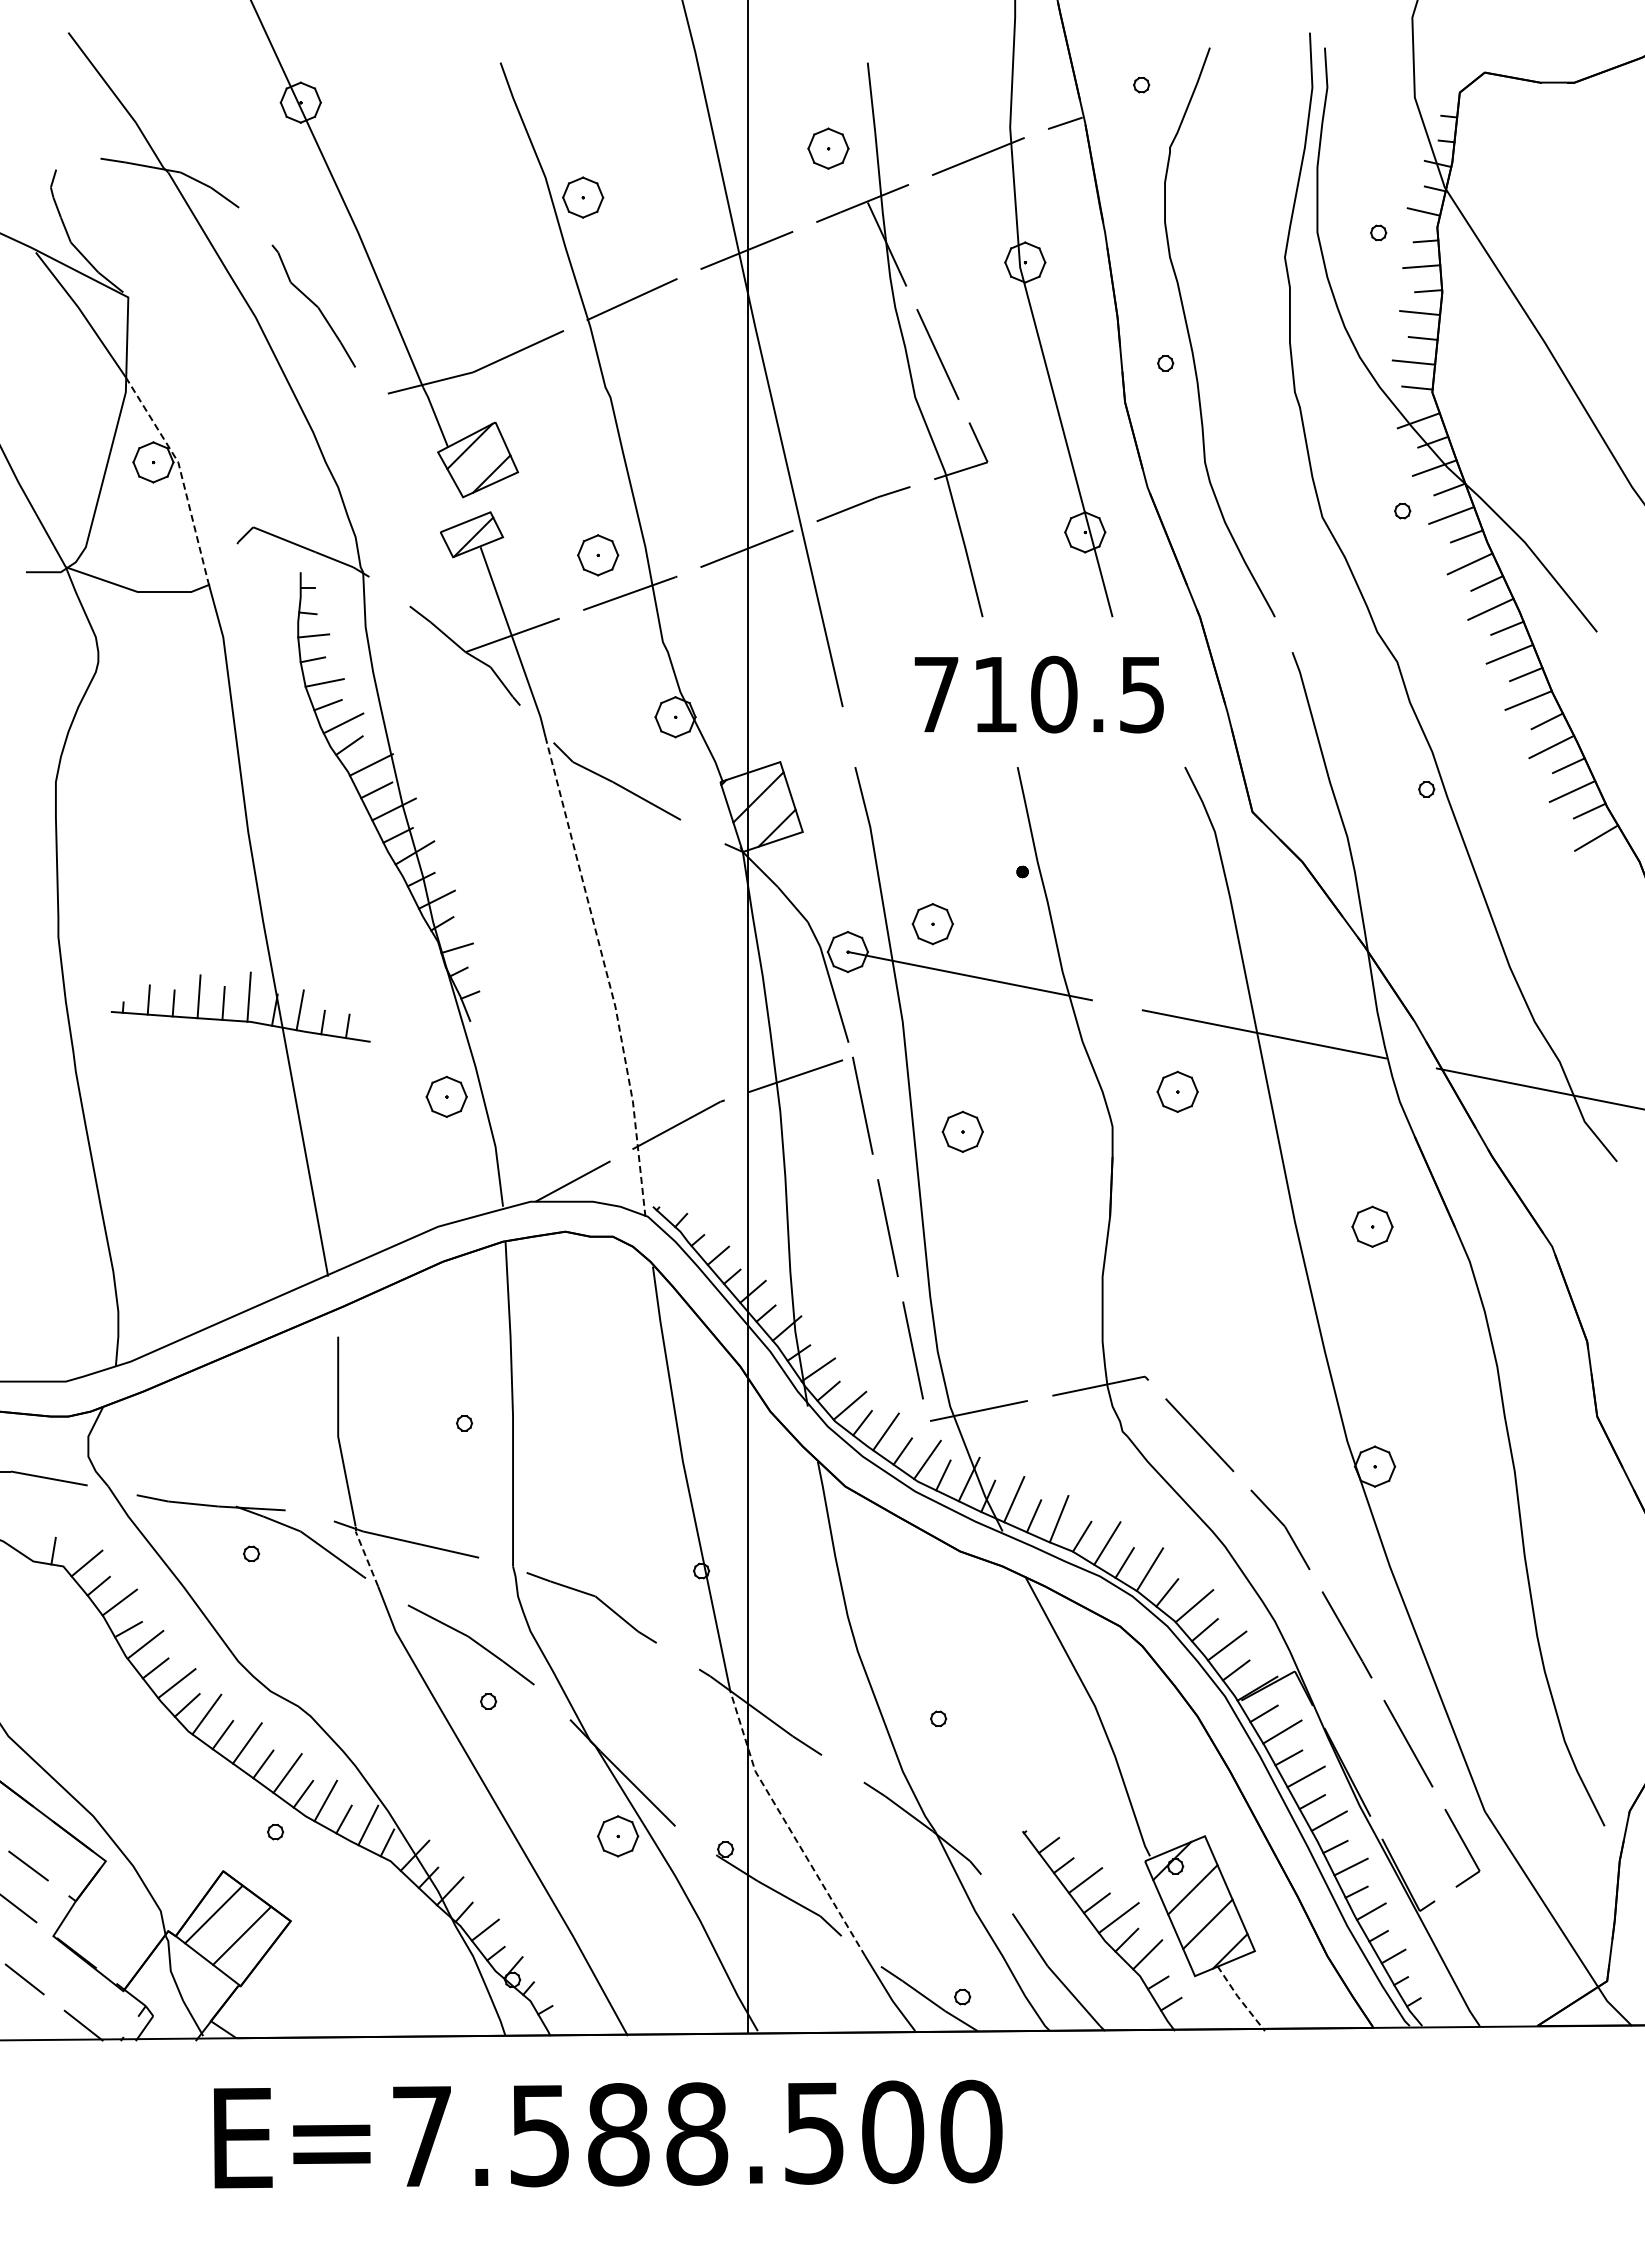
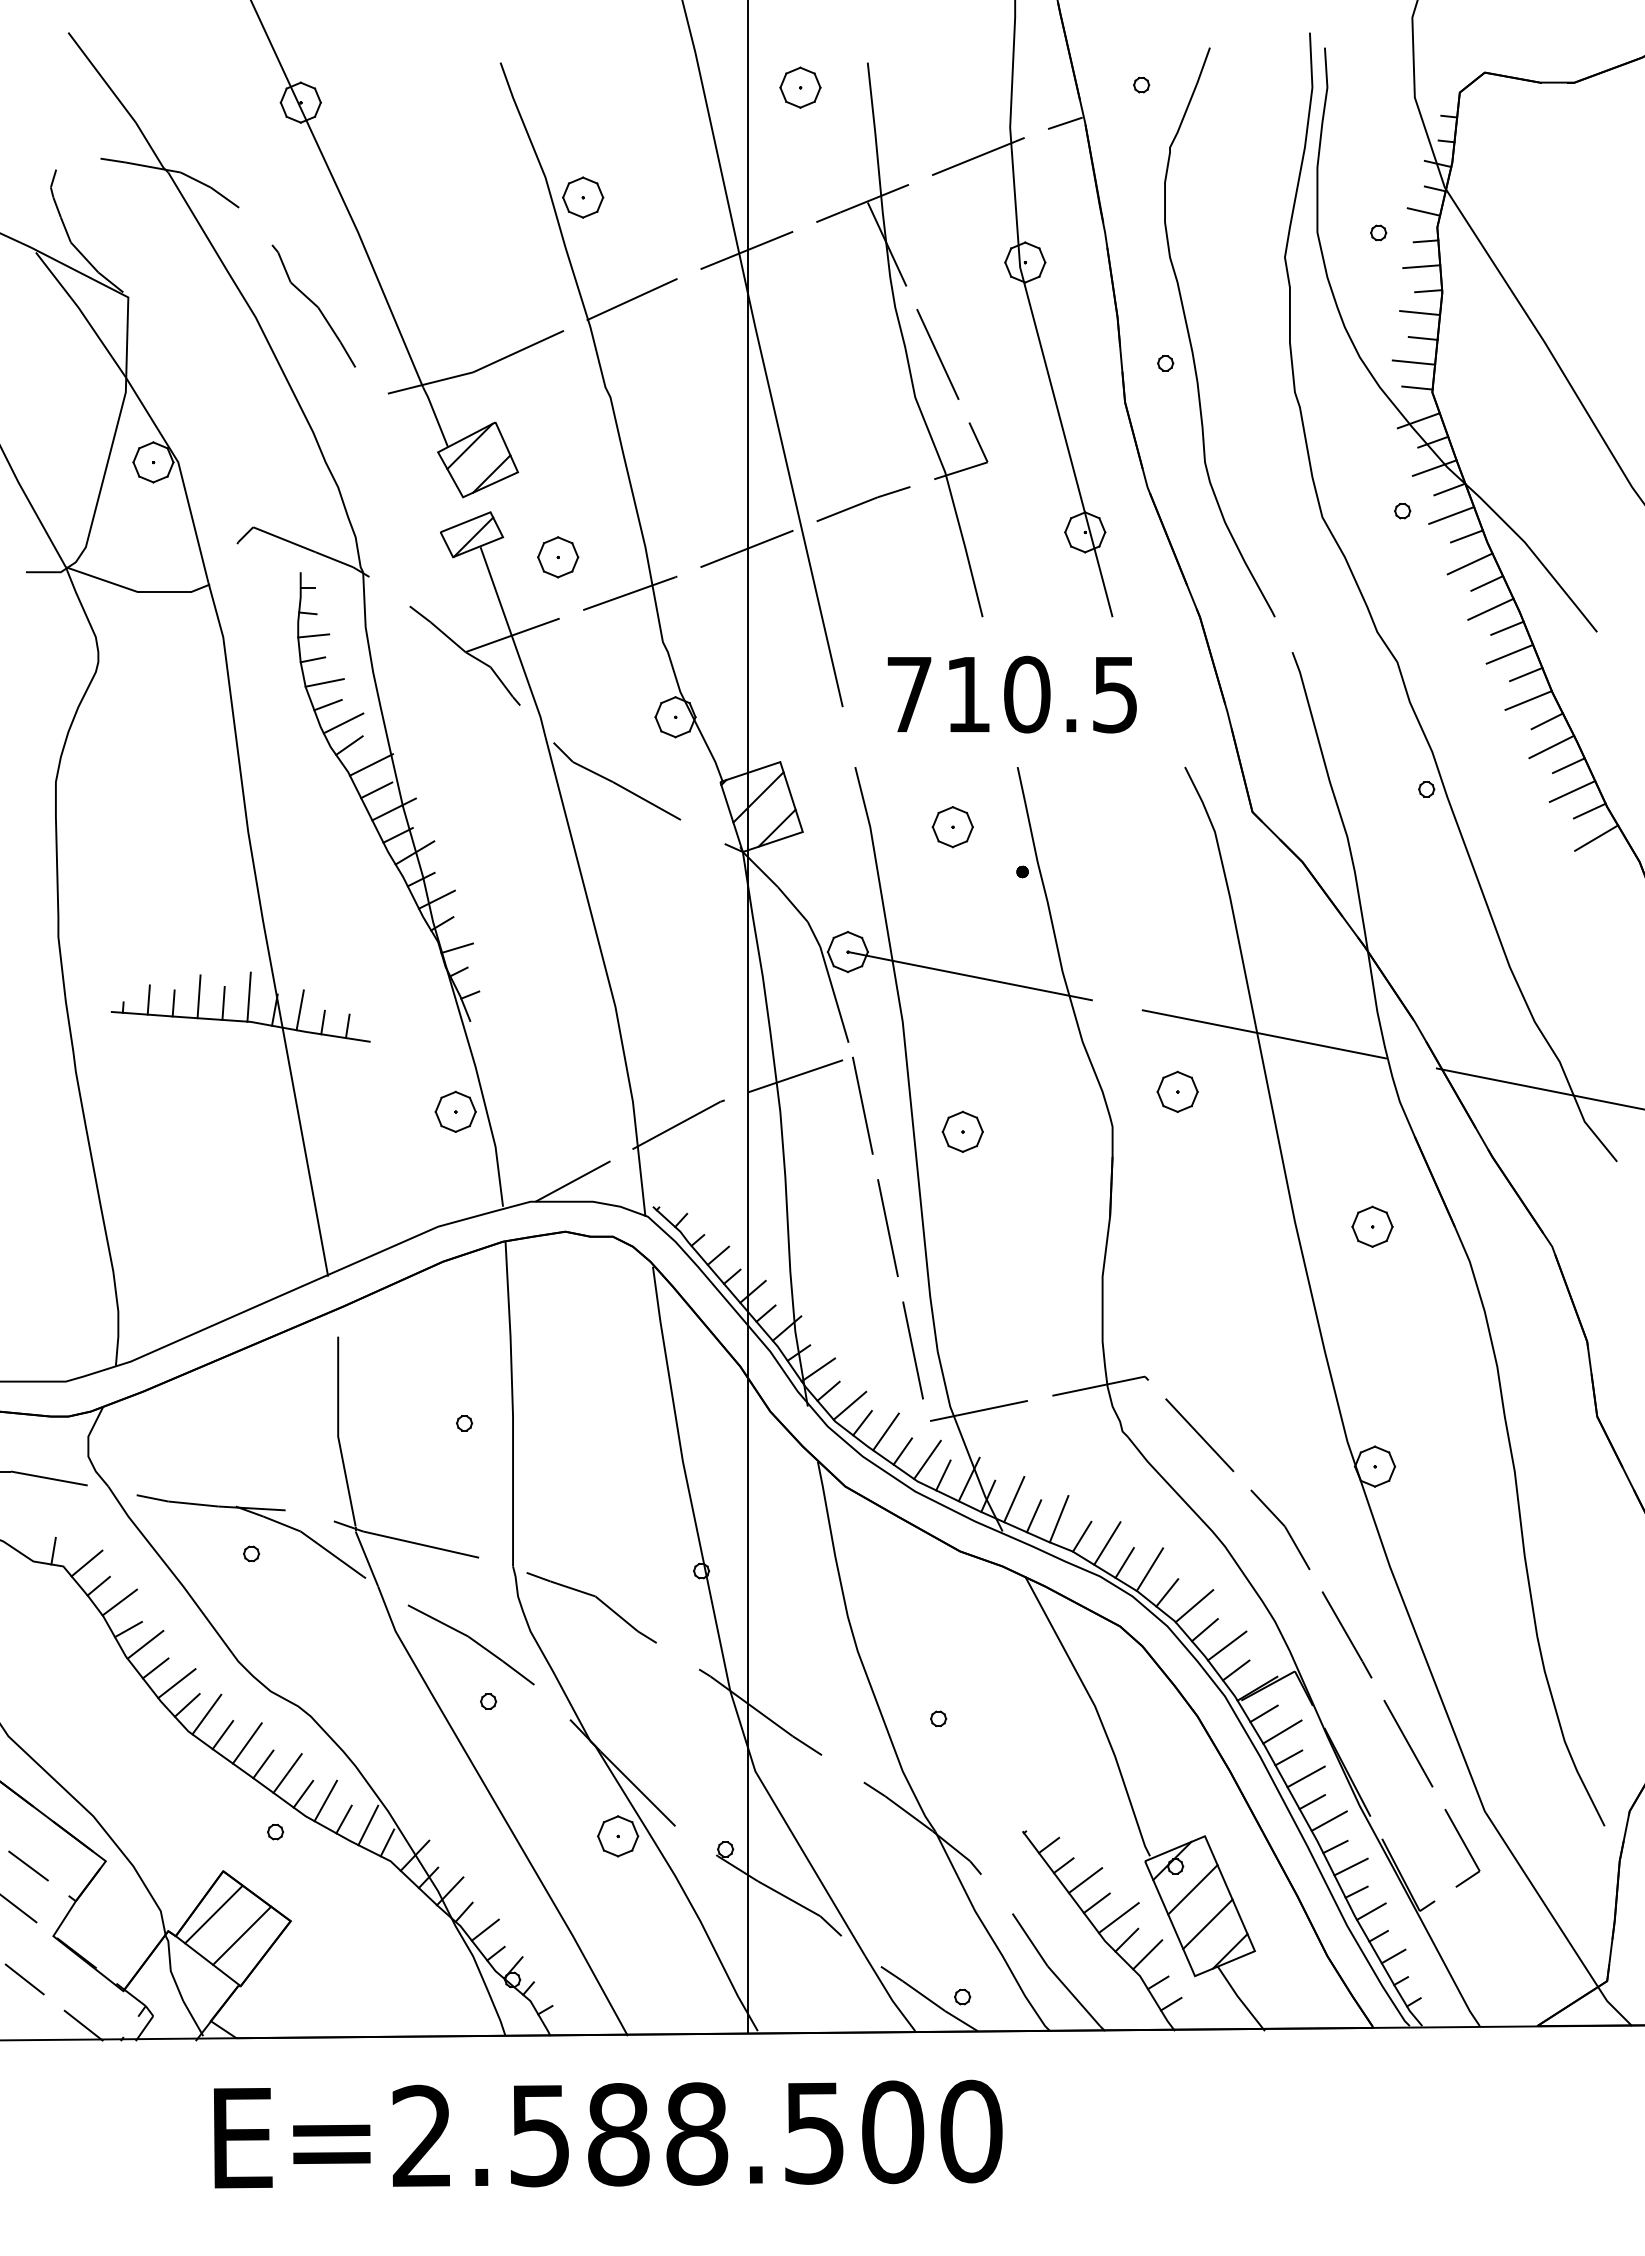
part at (828, 148) position: (828, 148) -> (800, 87)
line at (181, 473): dashed -> solid
part at (598, 555) position: (598, 555) -> (558, 557)
text at (1038, 694) position: (1038, 694) -> (1011, 694)
part at (932, 924) position: (932, 924) -> (952, 827)
line at (607, 975): dashed -> solid
part at (446, 1096) position: (446, 1096) -> (455, 1111)
line at (366, 1558): dashed -> solid
line at (788, 1826): dashed -> solid
line at (1239, 1999): dashed -> solid
text at (421, 2135): E=7.588.500 -> E=2.588.500
